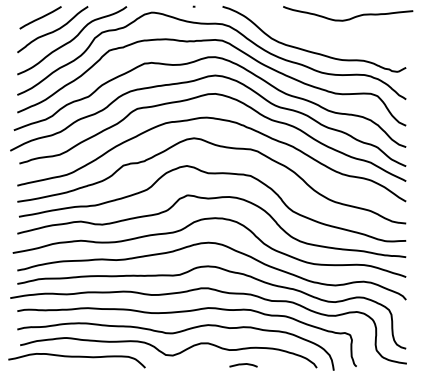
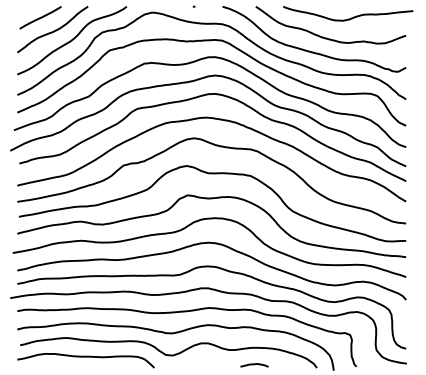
curve at (326, 37): none -> present
curve at (76, 357) position: (76, 357) -> (85, 357)
curve at (243, 365) position: (243, 365) -> (254, 365)
